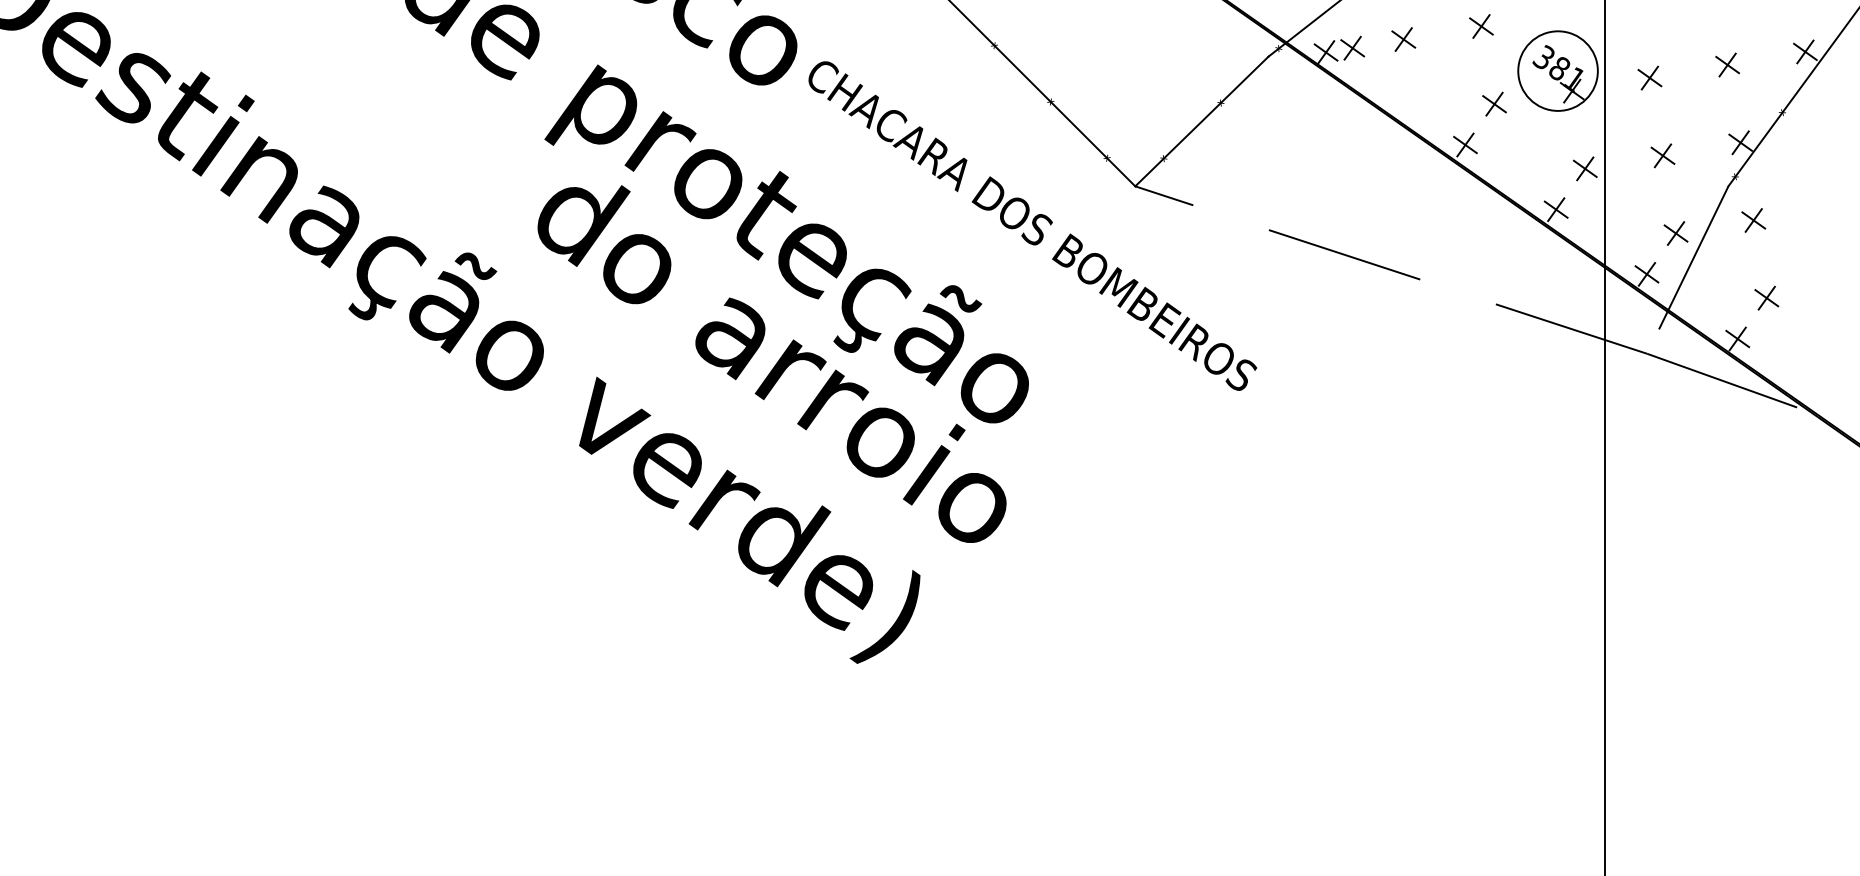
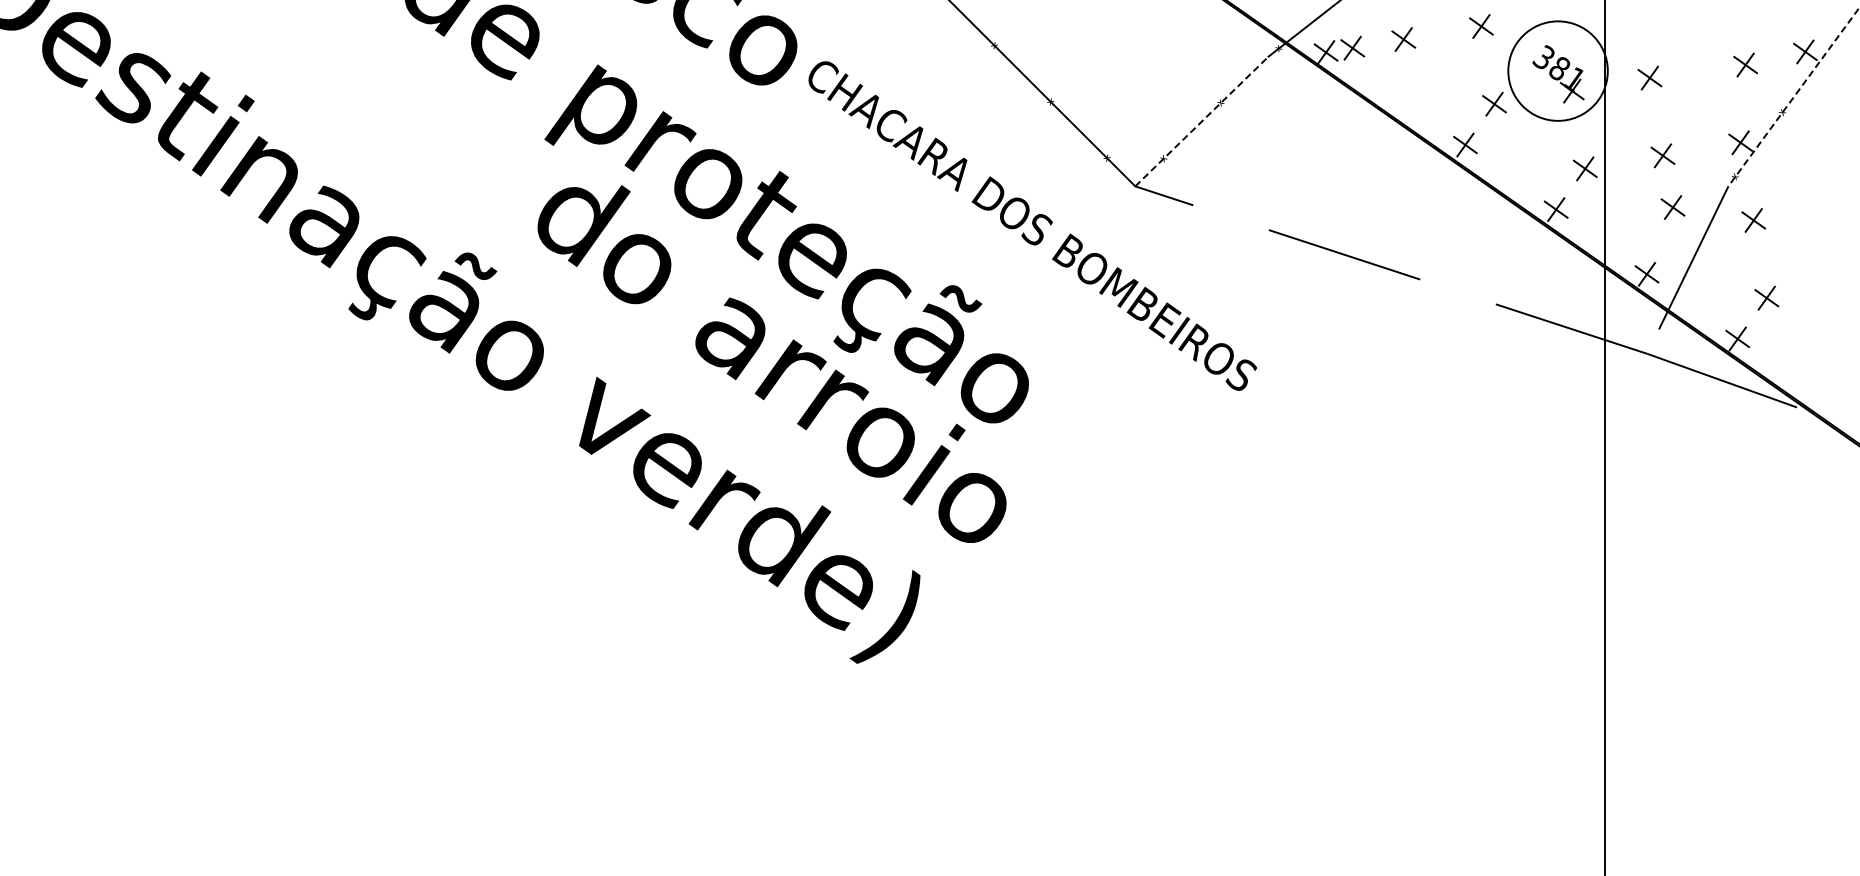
part at (1727, 64) position: (1727, 64) -> (1745, 64)
circle at (1557, 70) diameter: 80 px -> 99 px
line at (1794, 96): solid -> dashed
line at (1201, 121): solid -> dashed
part at (1675, 233) position: (1675, 233) -> (1672, 207)
